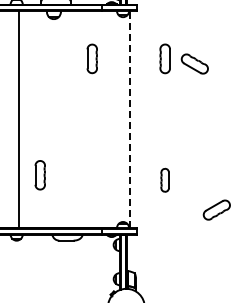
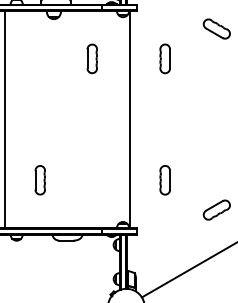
part at (194, 63) position: (194, 63) -> (216, 28)
line at (19, 119) position: (19, 119) -> (5, 119)
line at (130, 119): dashed -> solid
part at (39, 175) position: (39, 175) -> (39, 180)
part at (164, 179) size: 10x26 px -> 12x31 px
line at (187, 270): none -> present
